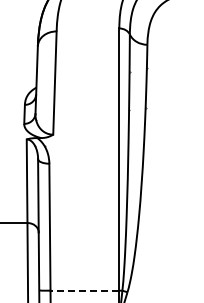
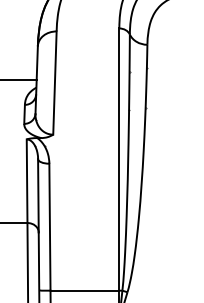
line at (19, 80): none -> present
line at (84, 290): dashed -> solid
